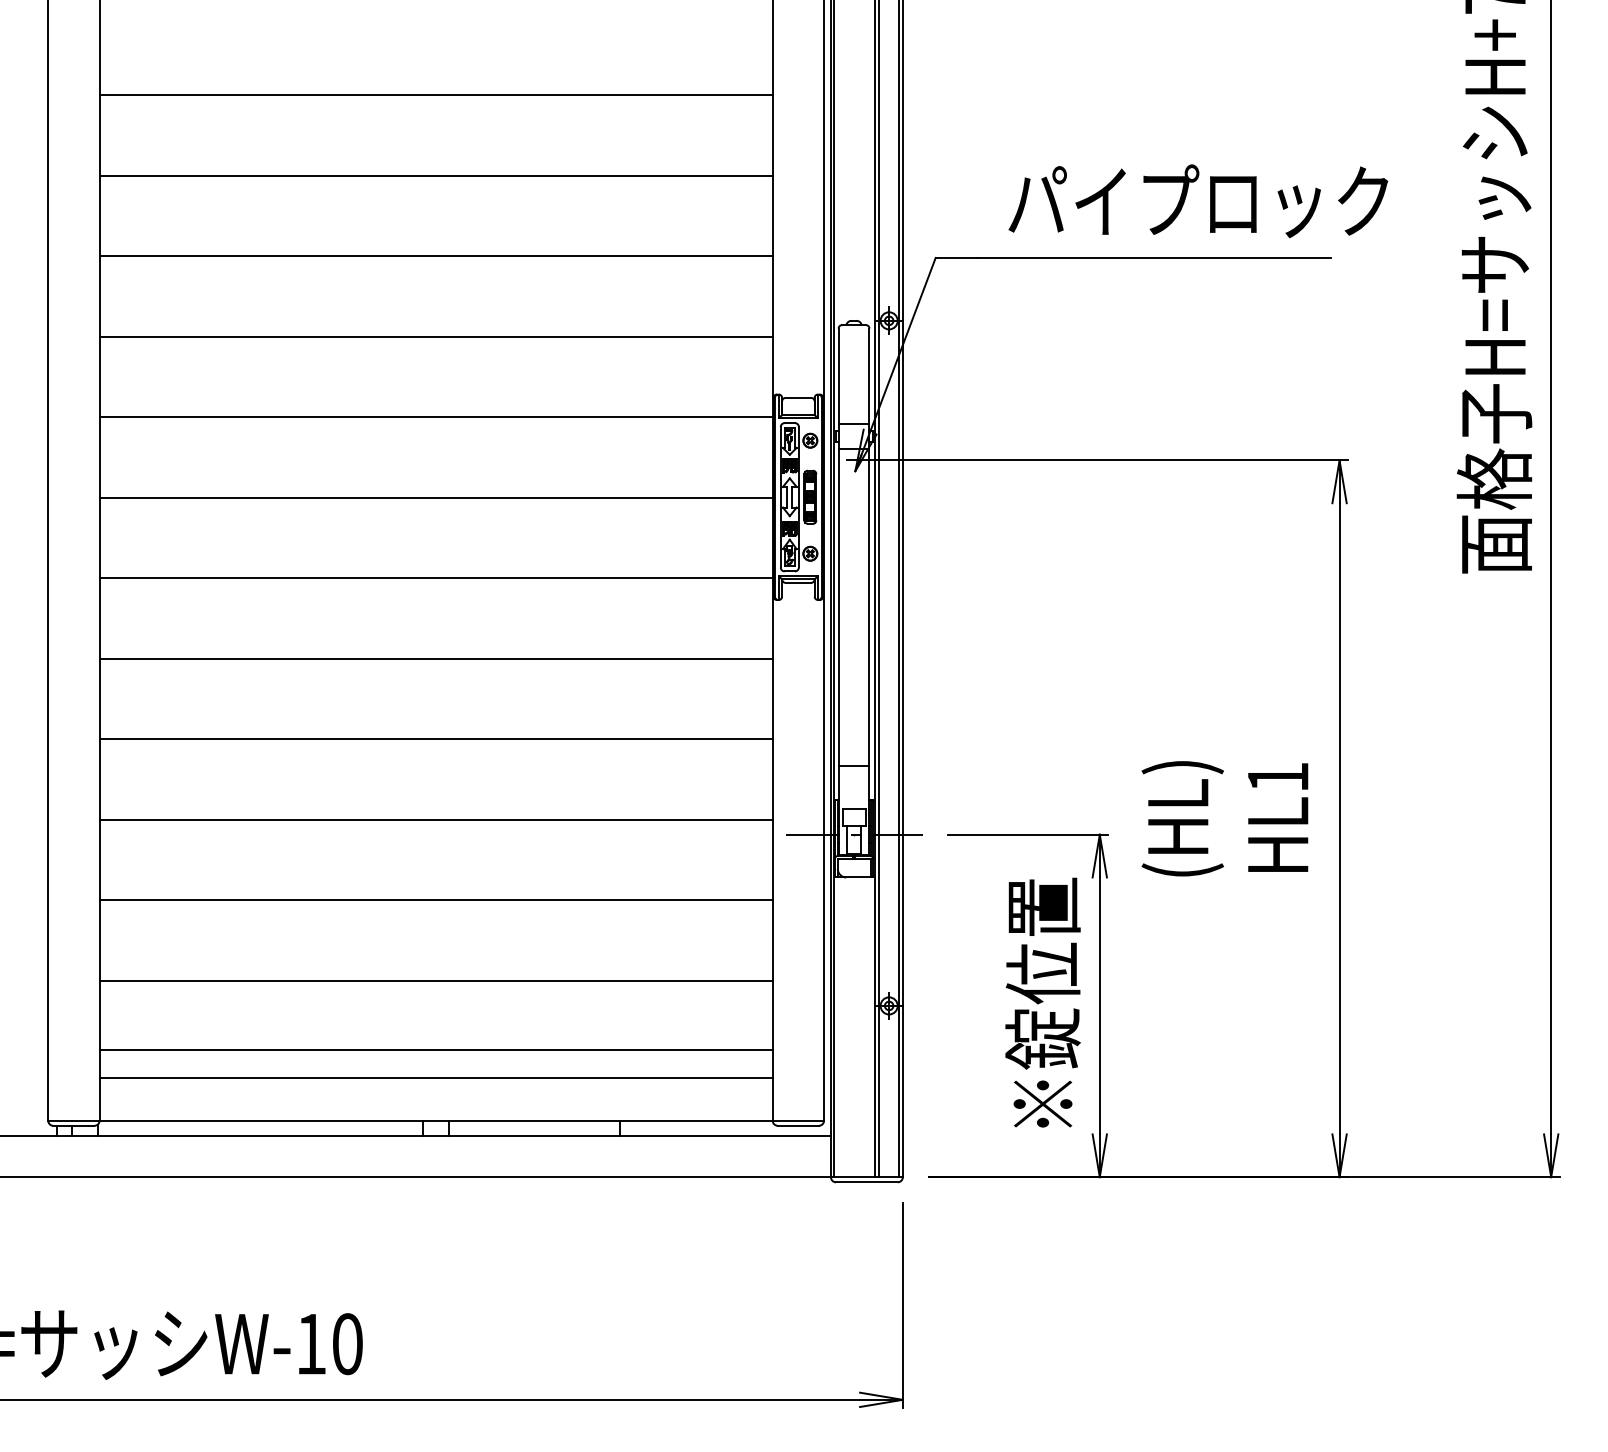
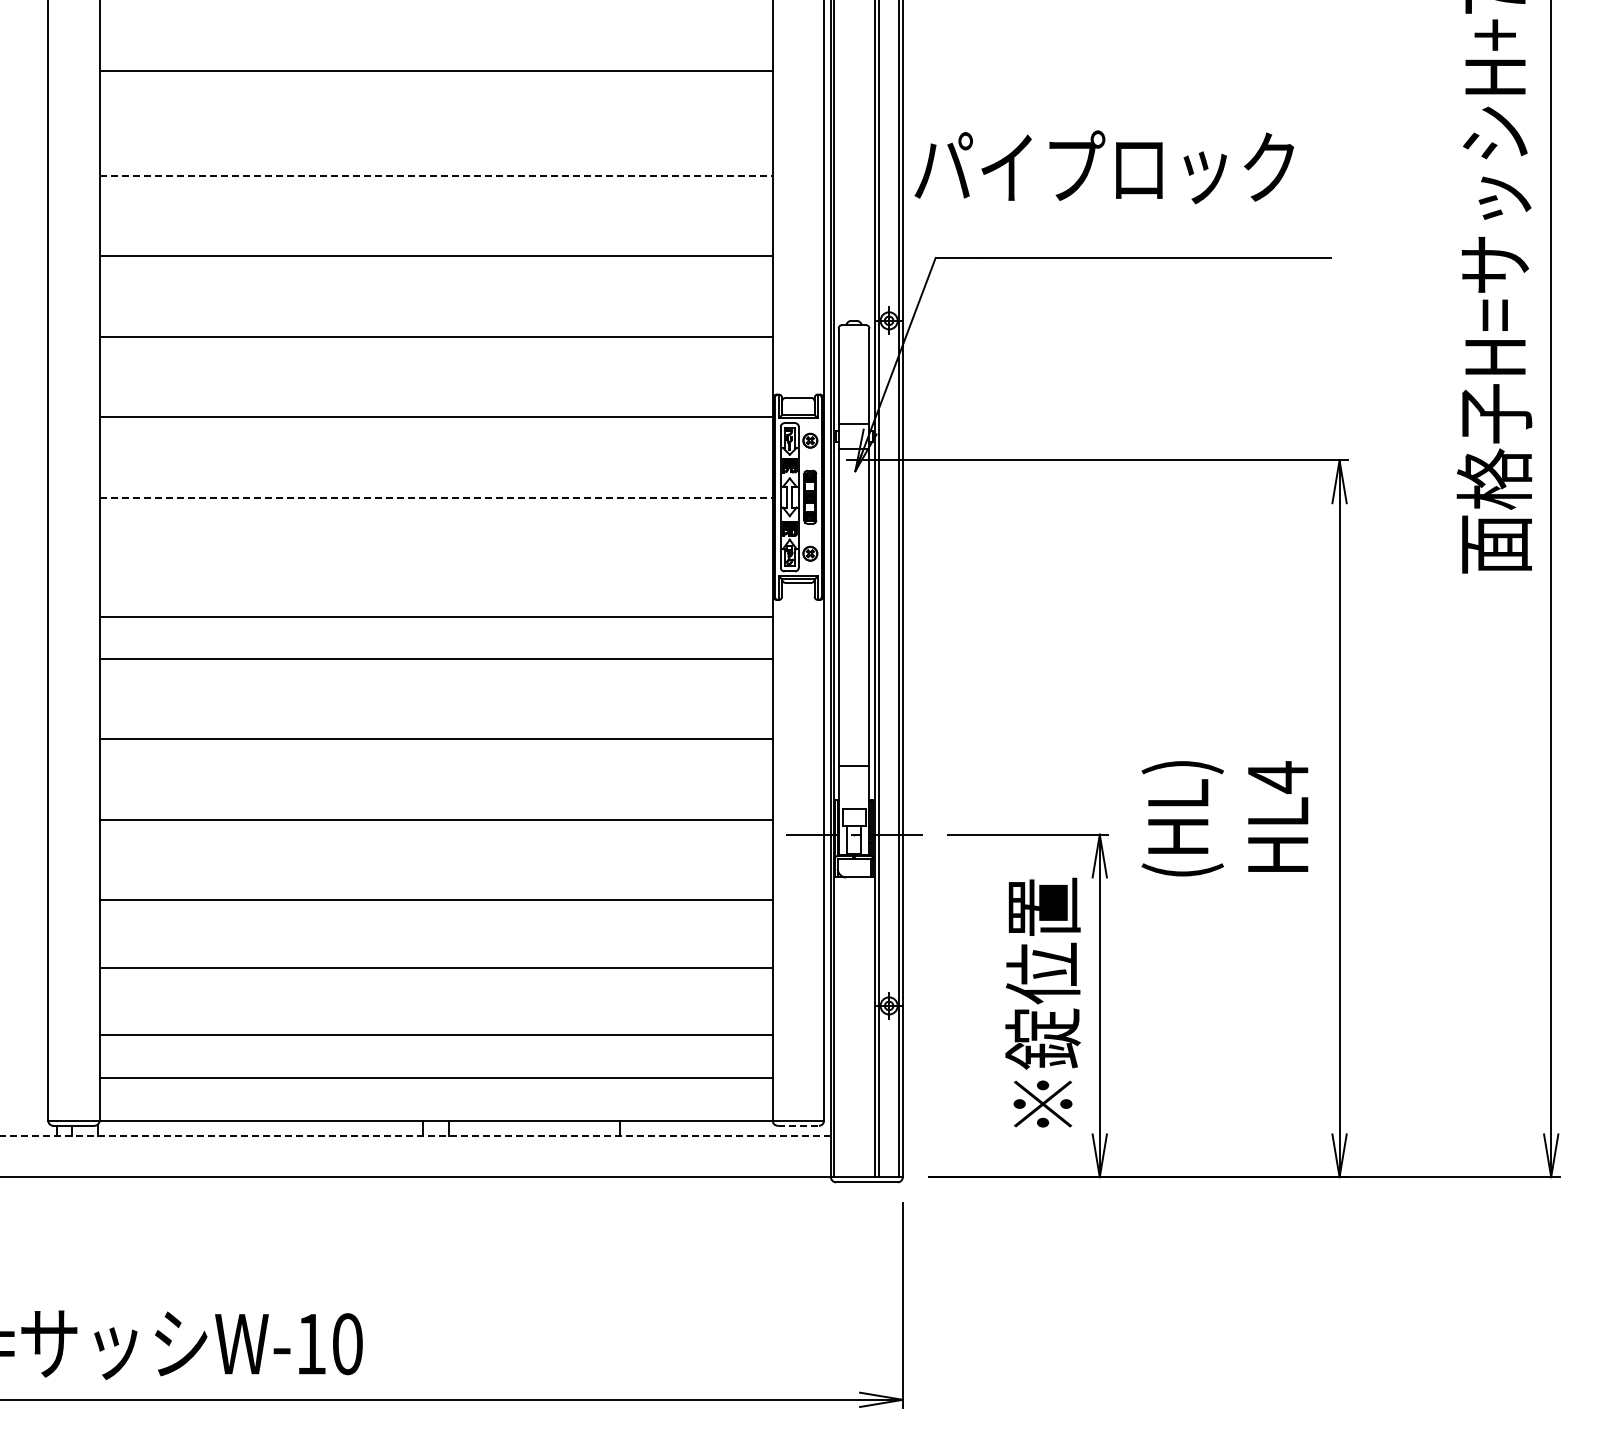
line at (435, 95) position: (435, 95) -> (435, 71)
line at (436, 175): solid -> dashed
text at (1198, 201) position: (1198, 201) -> (1104, 167)
line at (436, 497): solid -> dashed
line at (435, 578) position: (435, 578) -> (435, 617)
text at (1278, 777): HL1 -> HL4
line at (435, 980) position: (435, 980) -> (435, 967)
line at (435, 1050) position: (435, 1050) -> (435, 1035)
line at (798, 1125): solid -> dashed
line at (414, 1136): solid -> dashed
